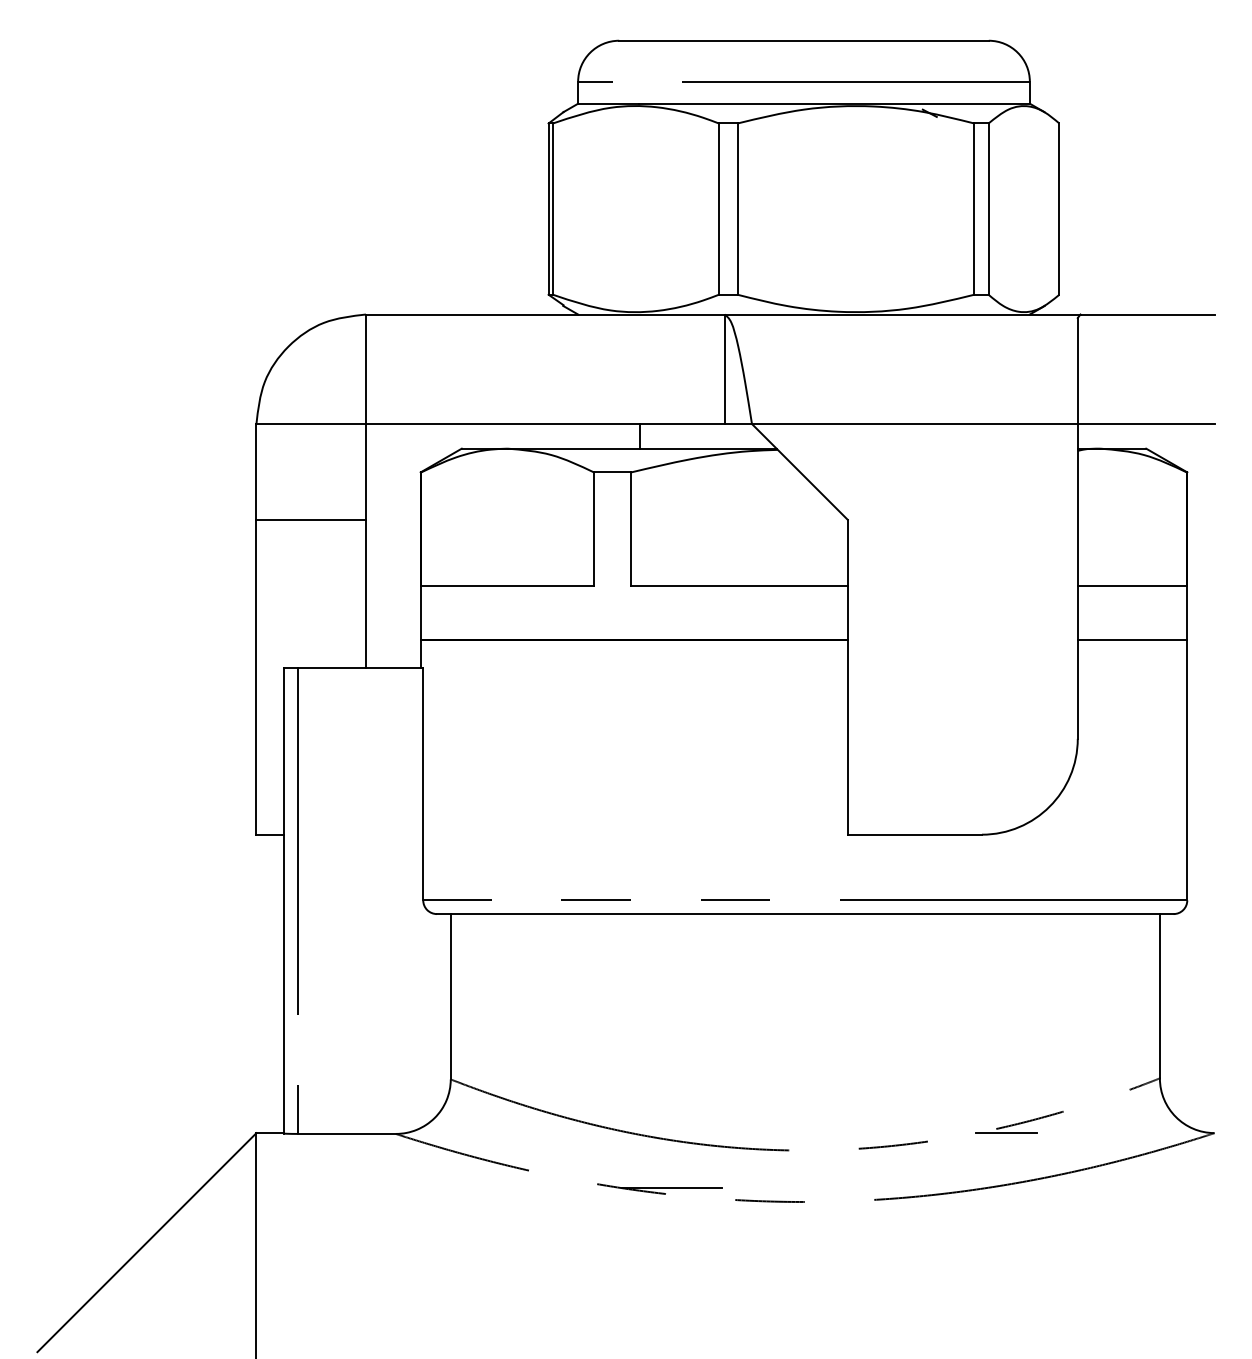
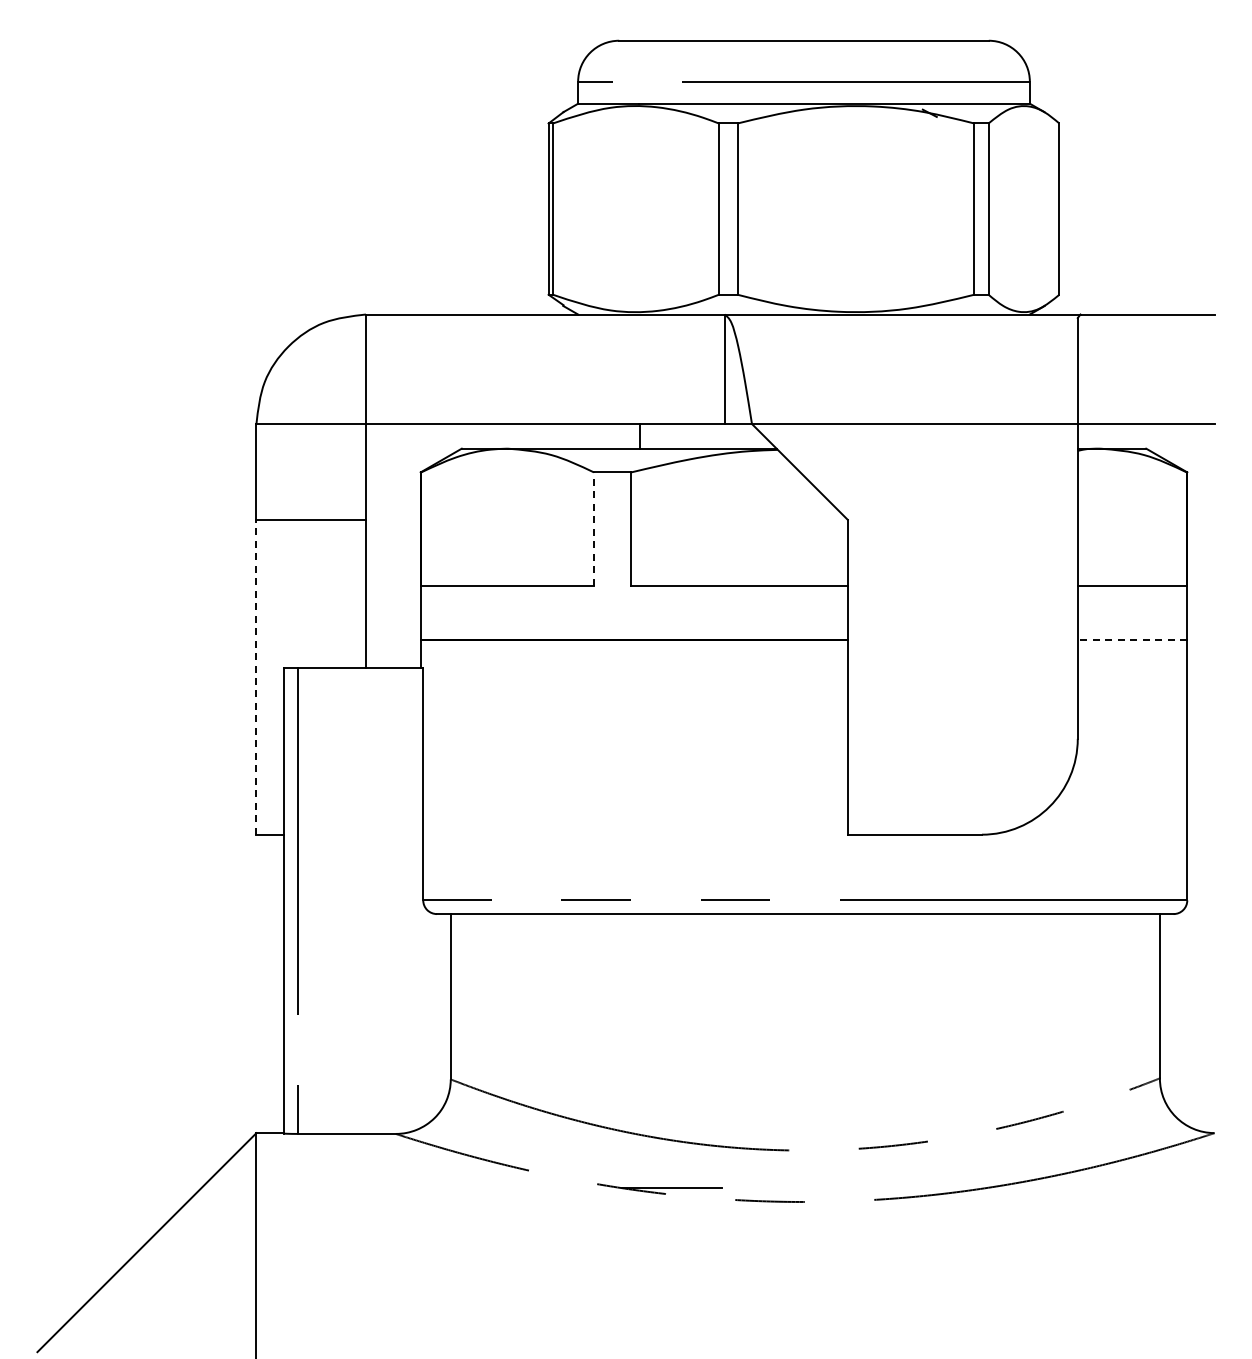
line at (593, 528): solid -> dashed
line at (1132, 640): solid -> dashed
line at (256, 676): solid -> dashed
line at (1006, 1133): present -> none
